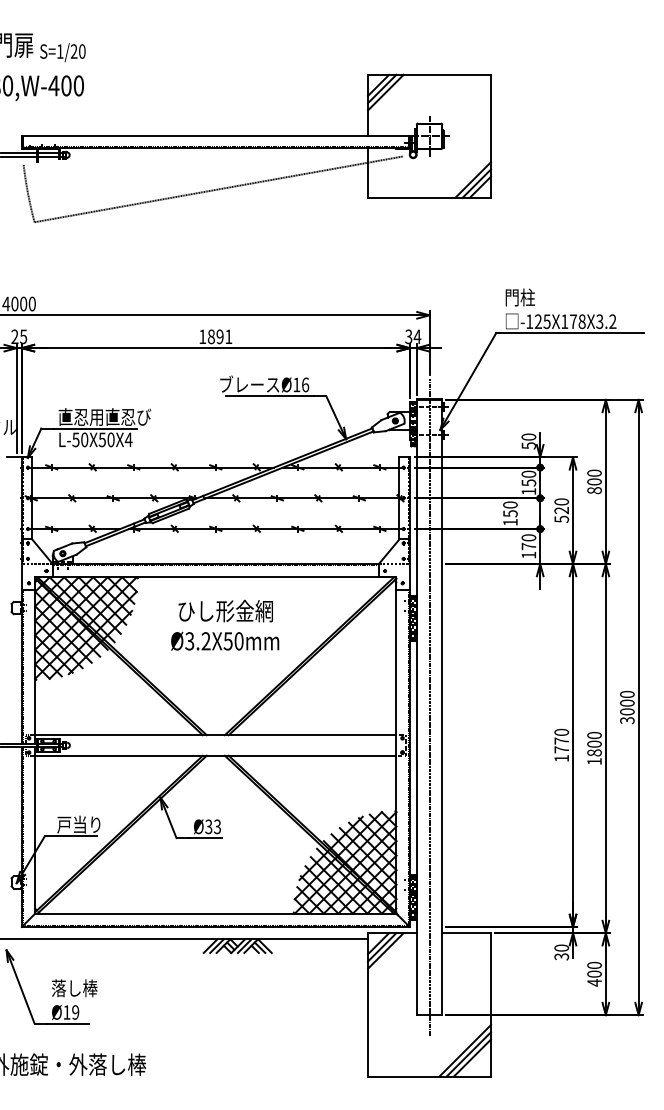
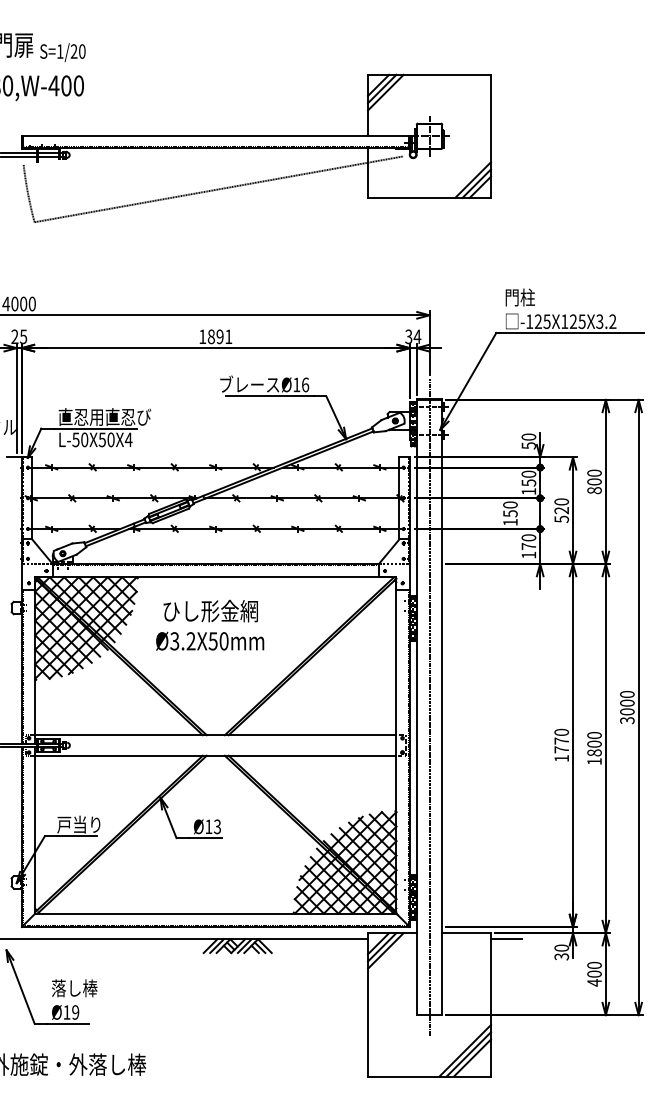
text at (577, 321): -125X178X3.2 -> -125X125X3.2
text at (225, 624) position: (225, 624) -> (210, 624)
text at (208, 826): Ø33 -> Ø13
line at (506, 939): none -> present
